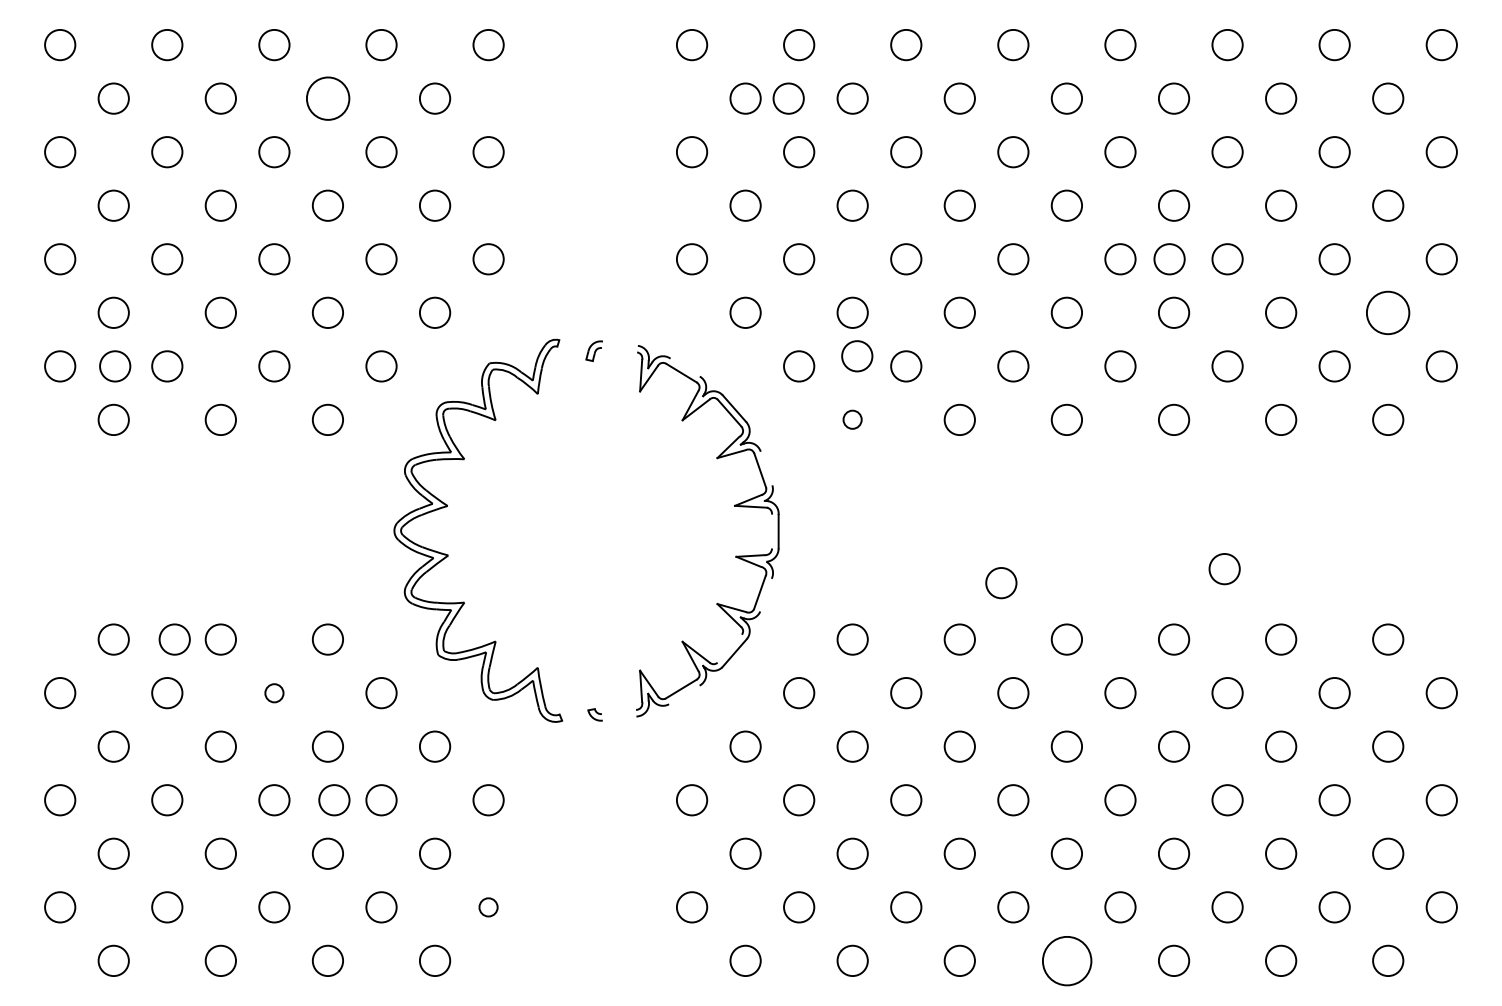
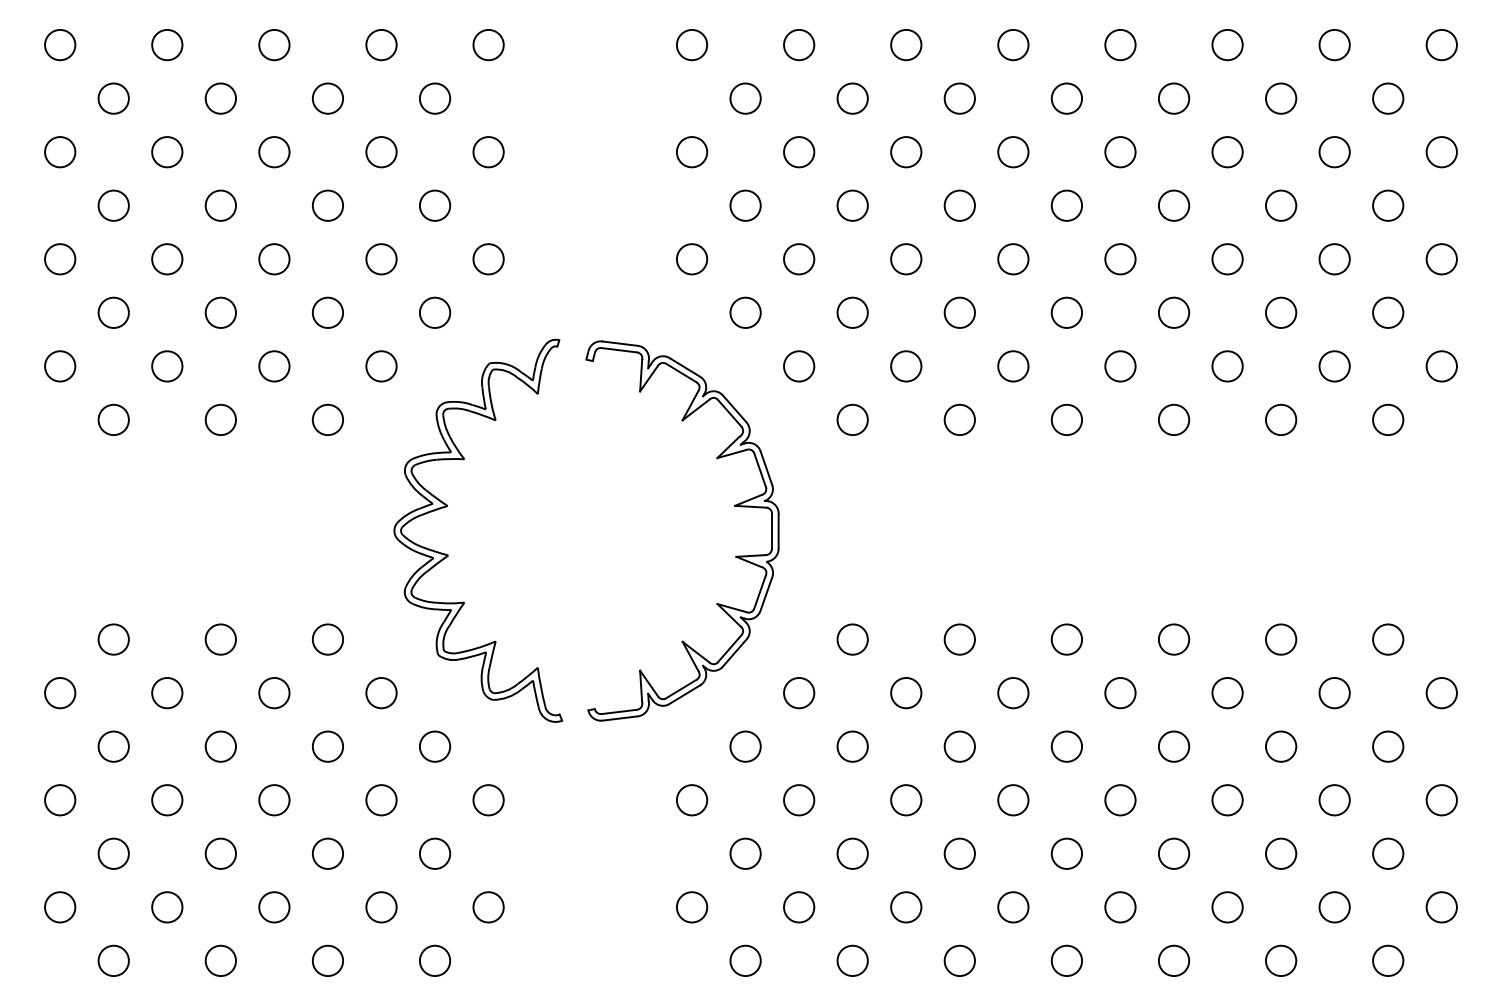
circle at (328, 98) size: 45x45 px -> 33x33 px
circle at (788, 98): present -> none
circle at (1169, 259): present -> none
circle at (1388, 312) size: 45x46 px -> 33x33 px
line at (619, 343): none -> present
line at (619, 350): none -> present
circle at (857, 356): present -> none
circle at (115, 366): present -> none
line at (684, 367): none -> present
circle at (852, 419) size: 21x21 px -> 33x33 px
line at (766, 468): none -> present
line at (772, 531): none -> present
circle at (1224, 569): present -> none
circle at (1001, 583): present -> none
line at (765, 594): none -> present
circle at (174, 639): present -> none
line at (729, 648): none -> present
circle at (274, 693) size: 21x21 px -> 33x33 px
line at (684, 694): none -> present
line at (618, 711): none -> present
line at (619, 718): none -> present
circle at (334, 800): present -> none
circle at (488, 907) size: 21x21 px -> 33x33 px
circle at (1067, 961) size: 51x51 px -> 33x33 px
